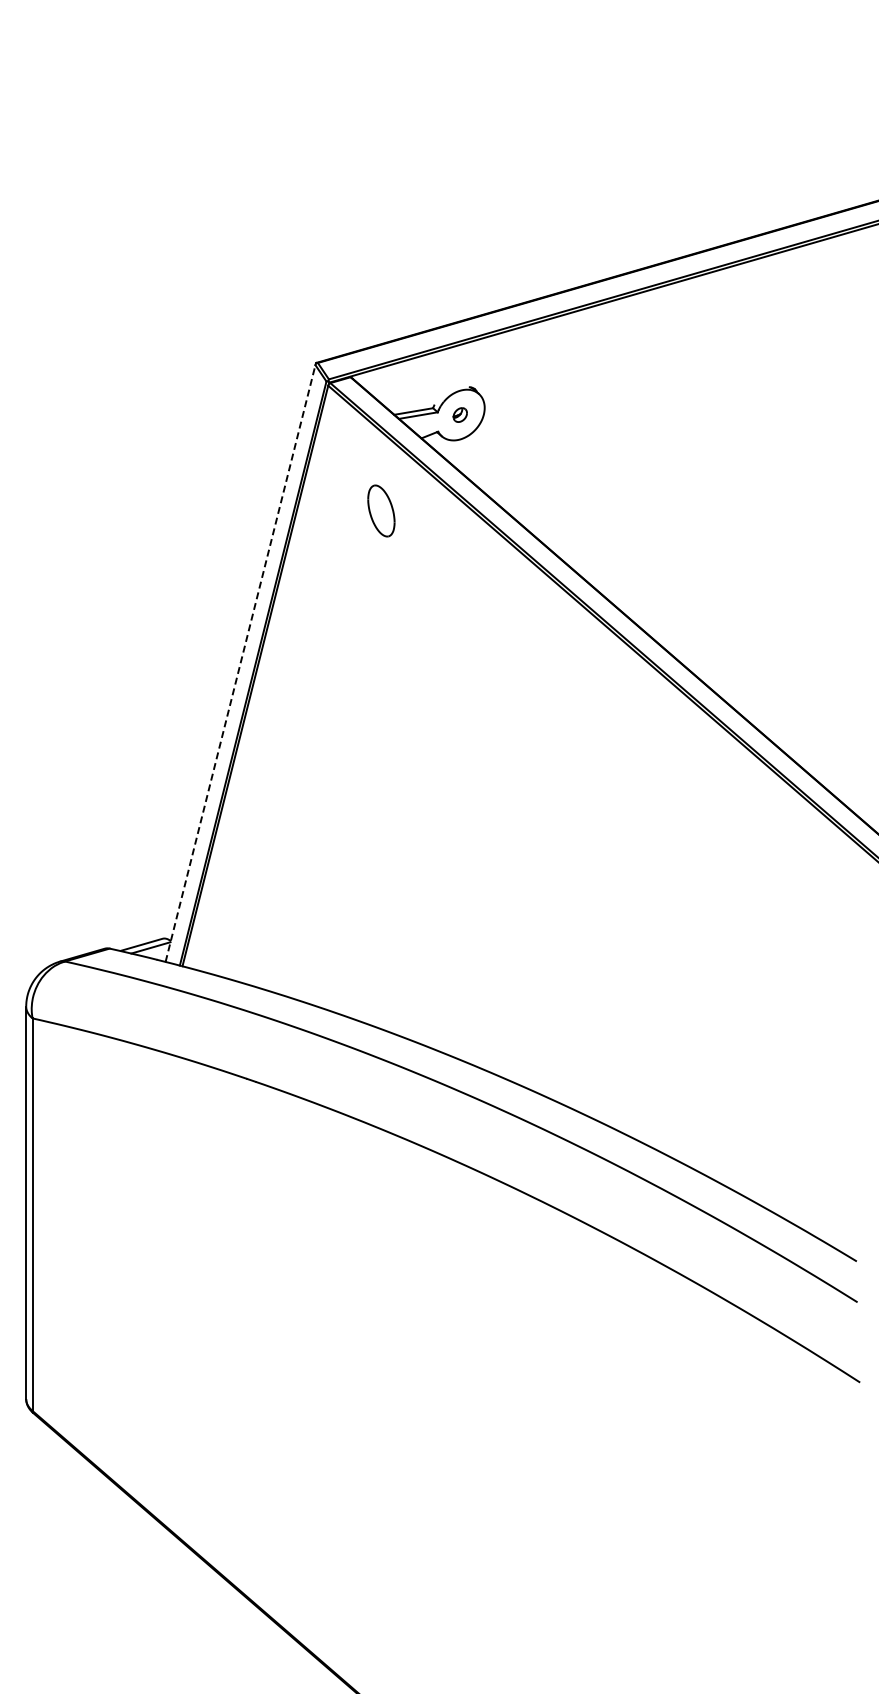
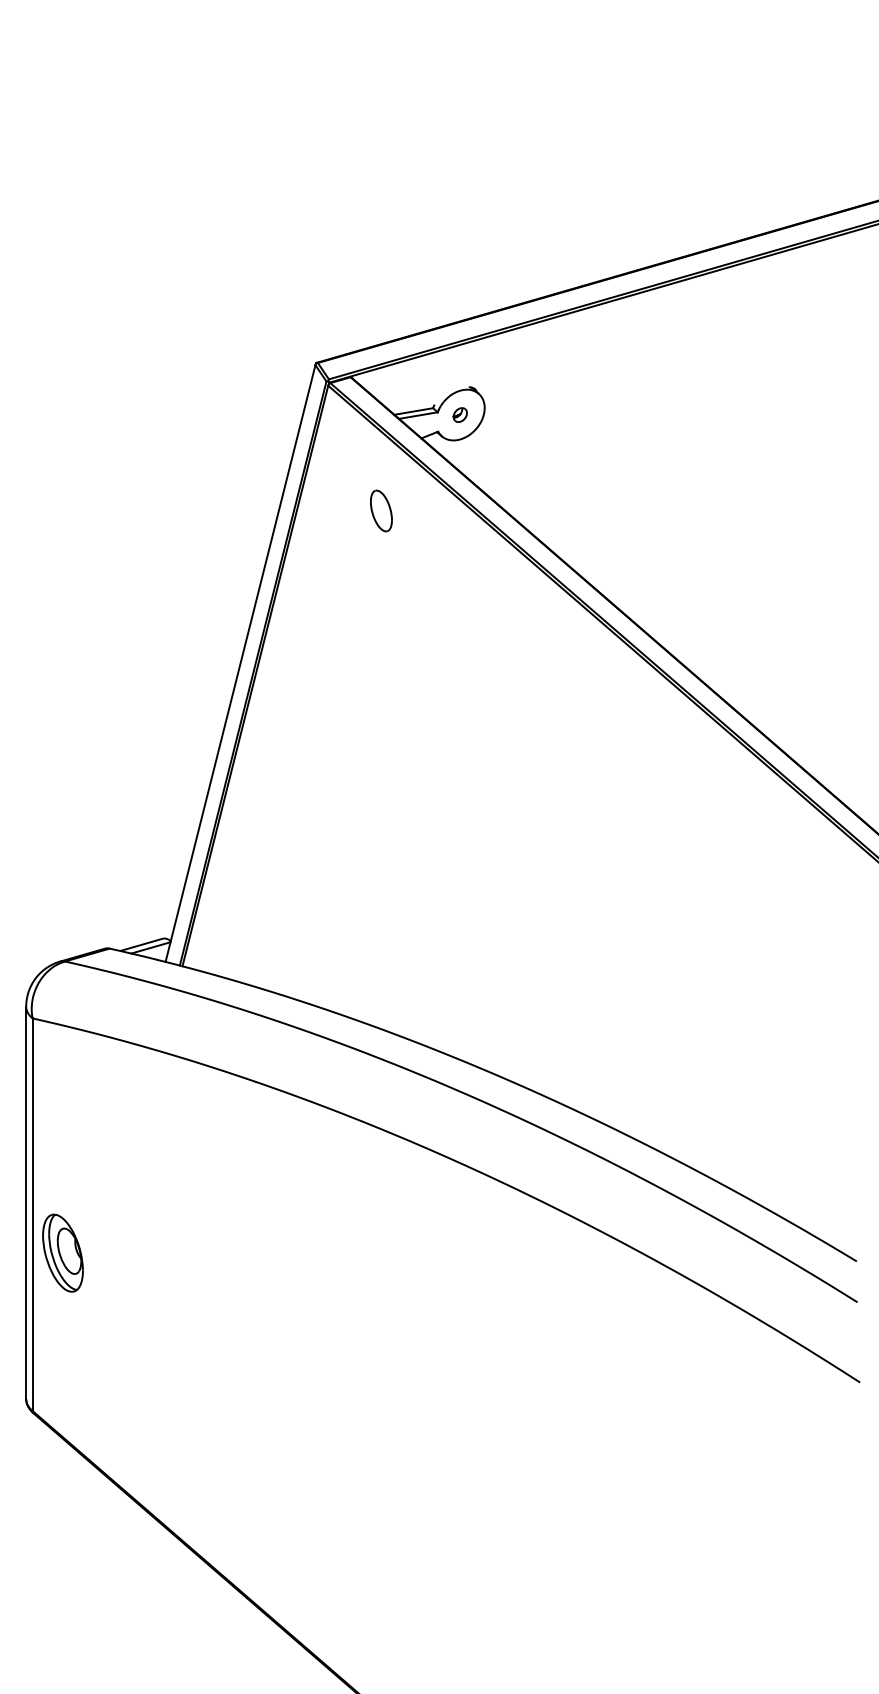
part at (381, 510) size: 29x54 px -> 23x44 px
line at (240, 663): dashed -> solid
part at (62, 1252): none -> present
